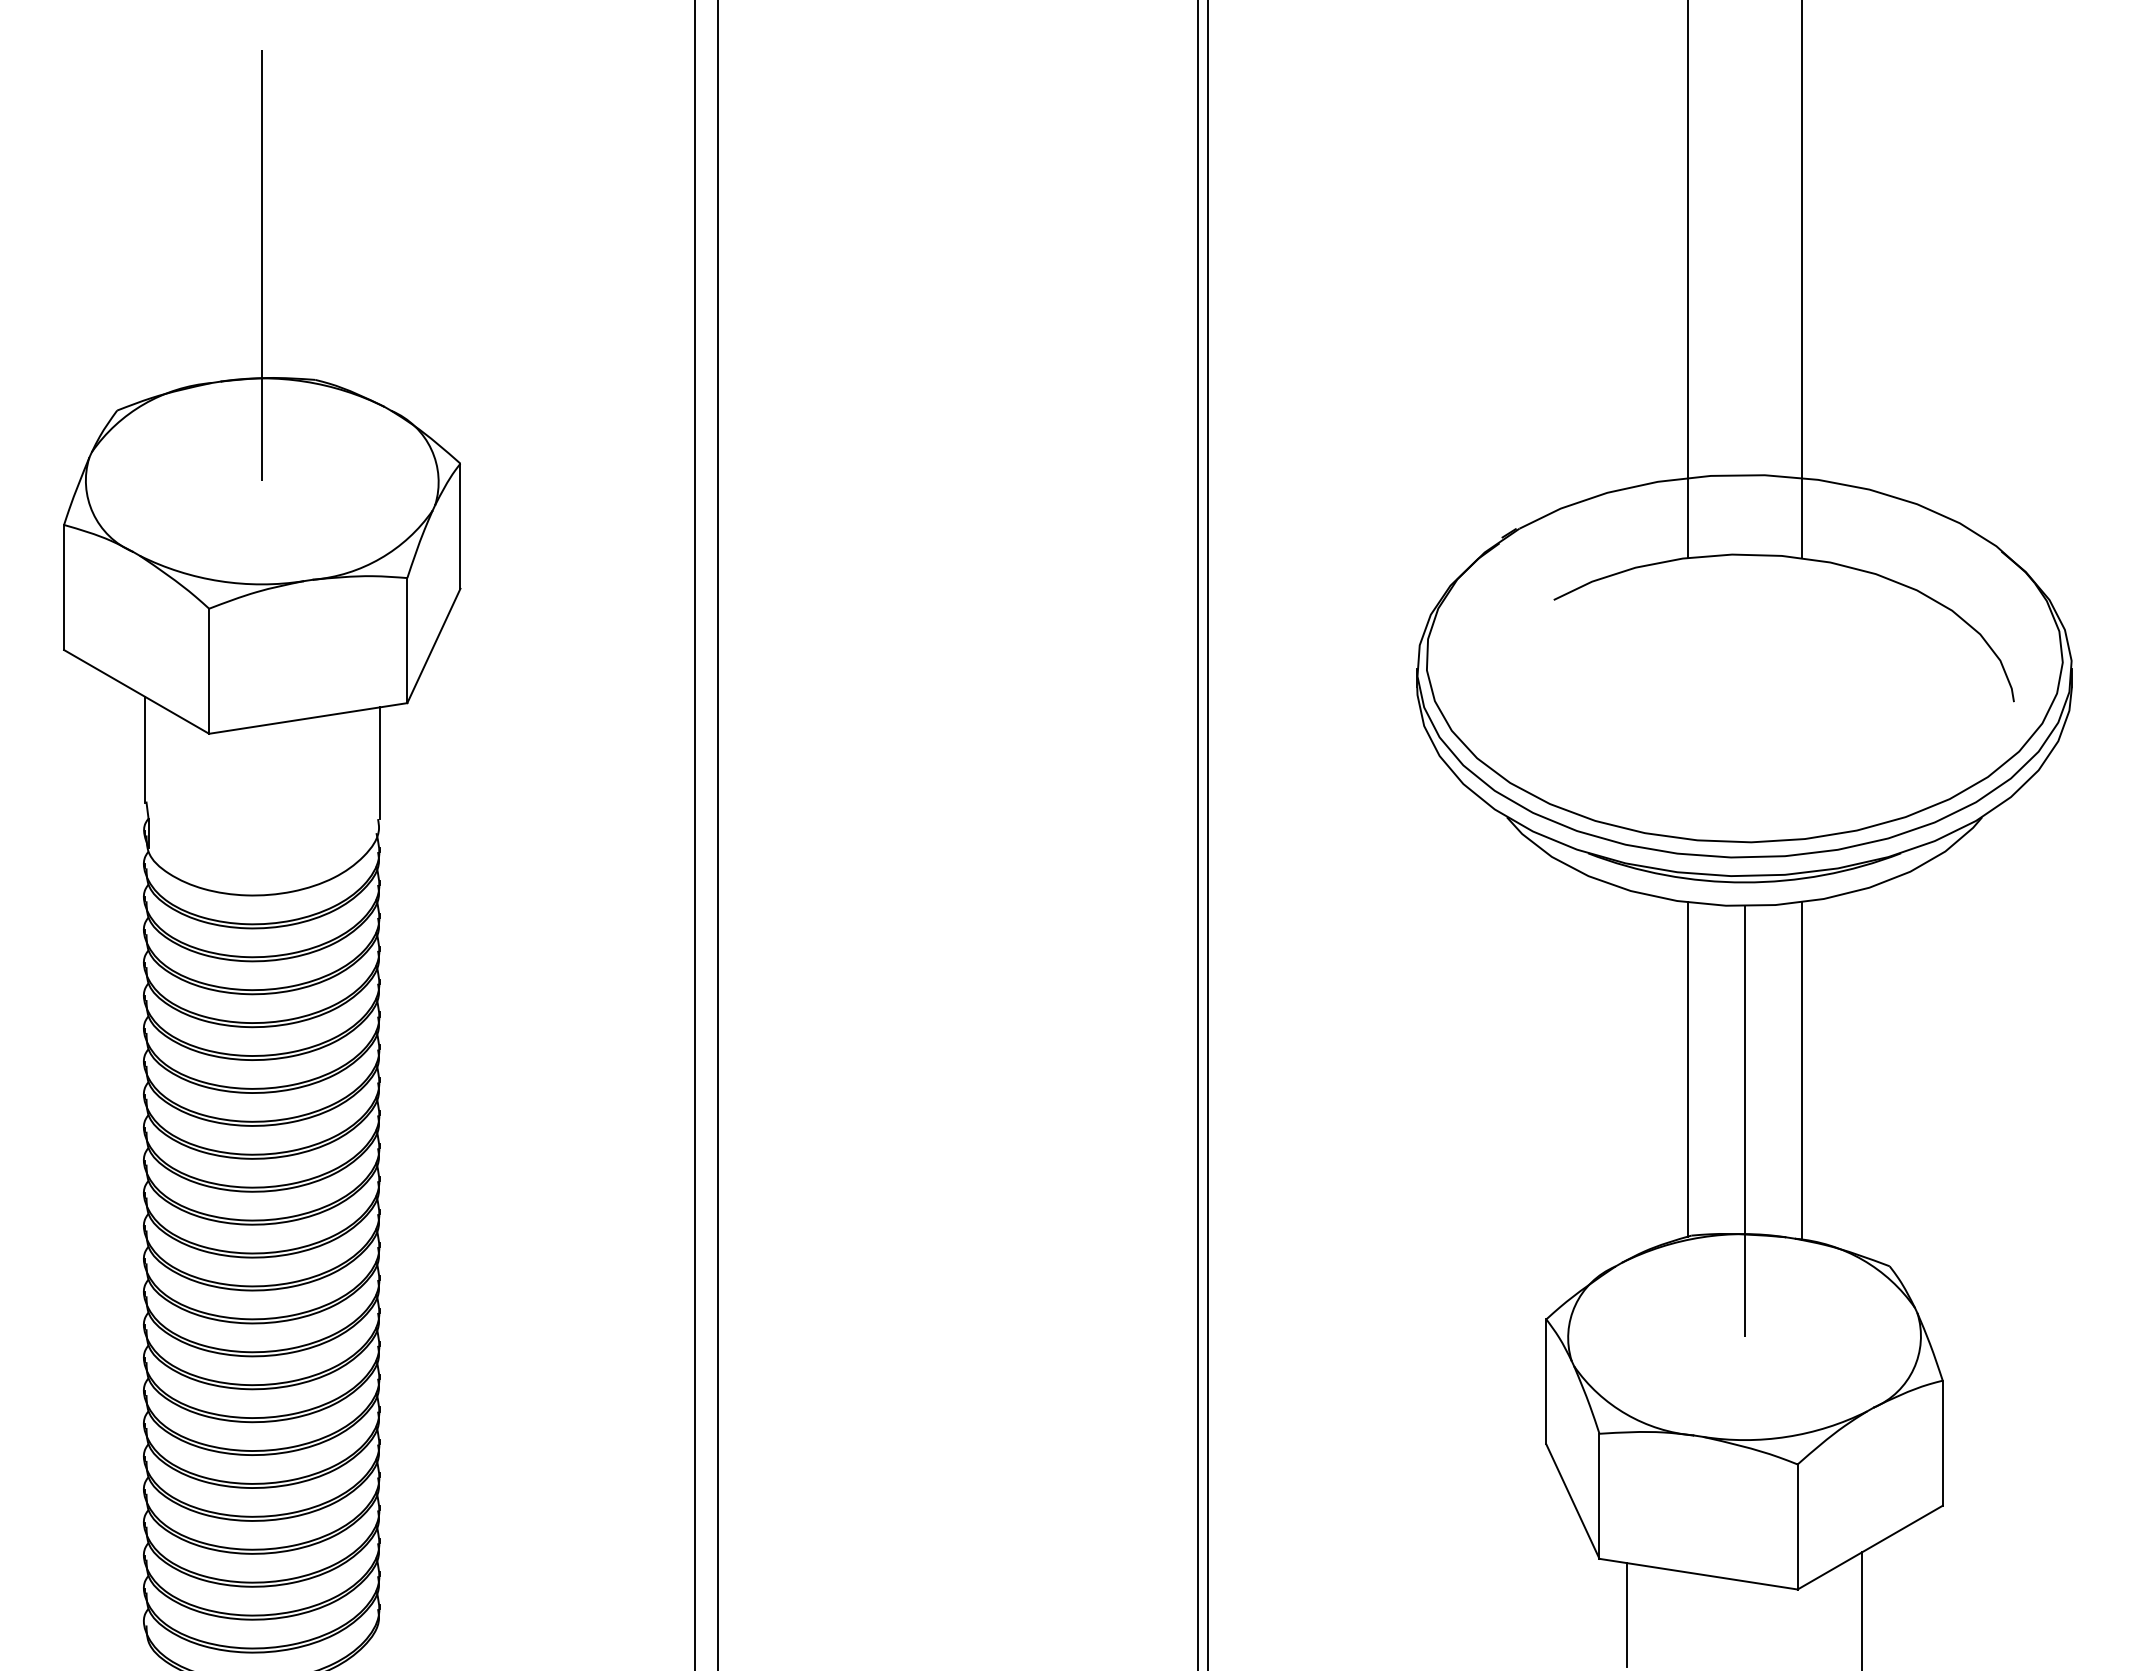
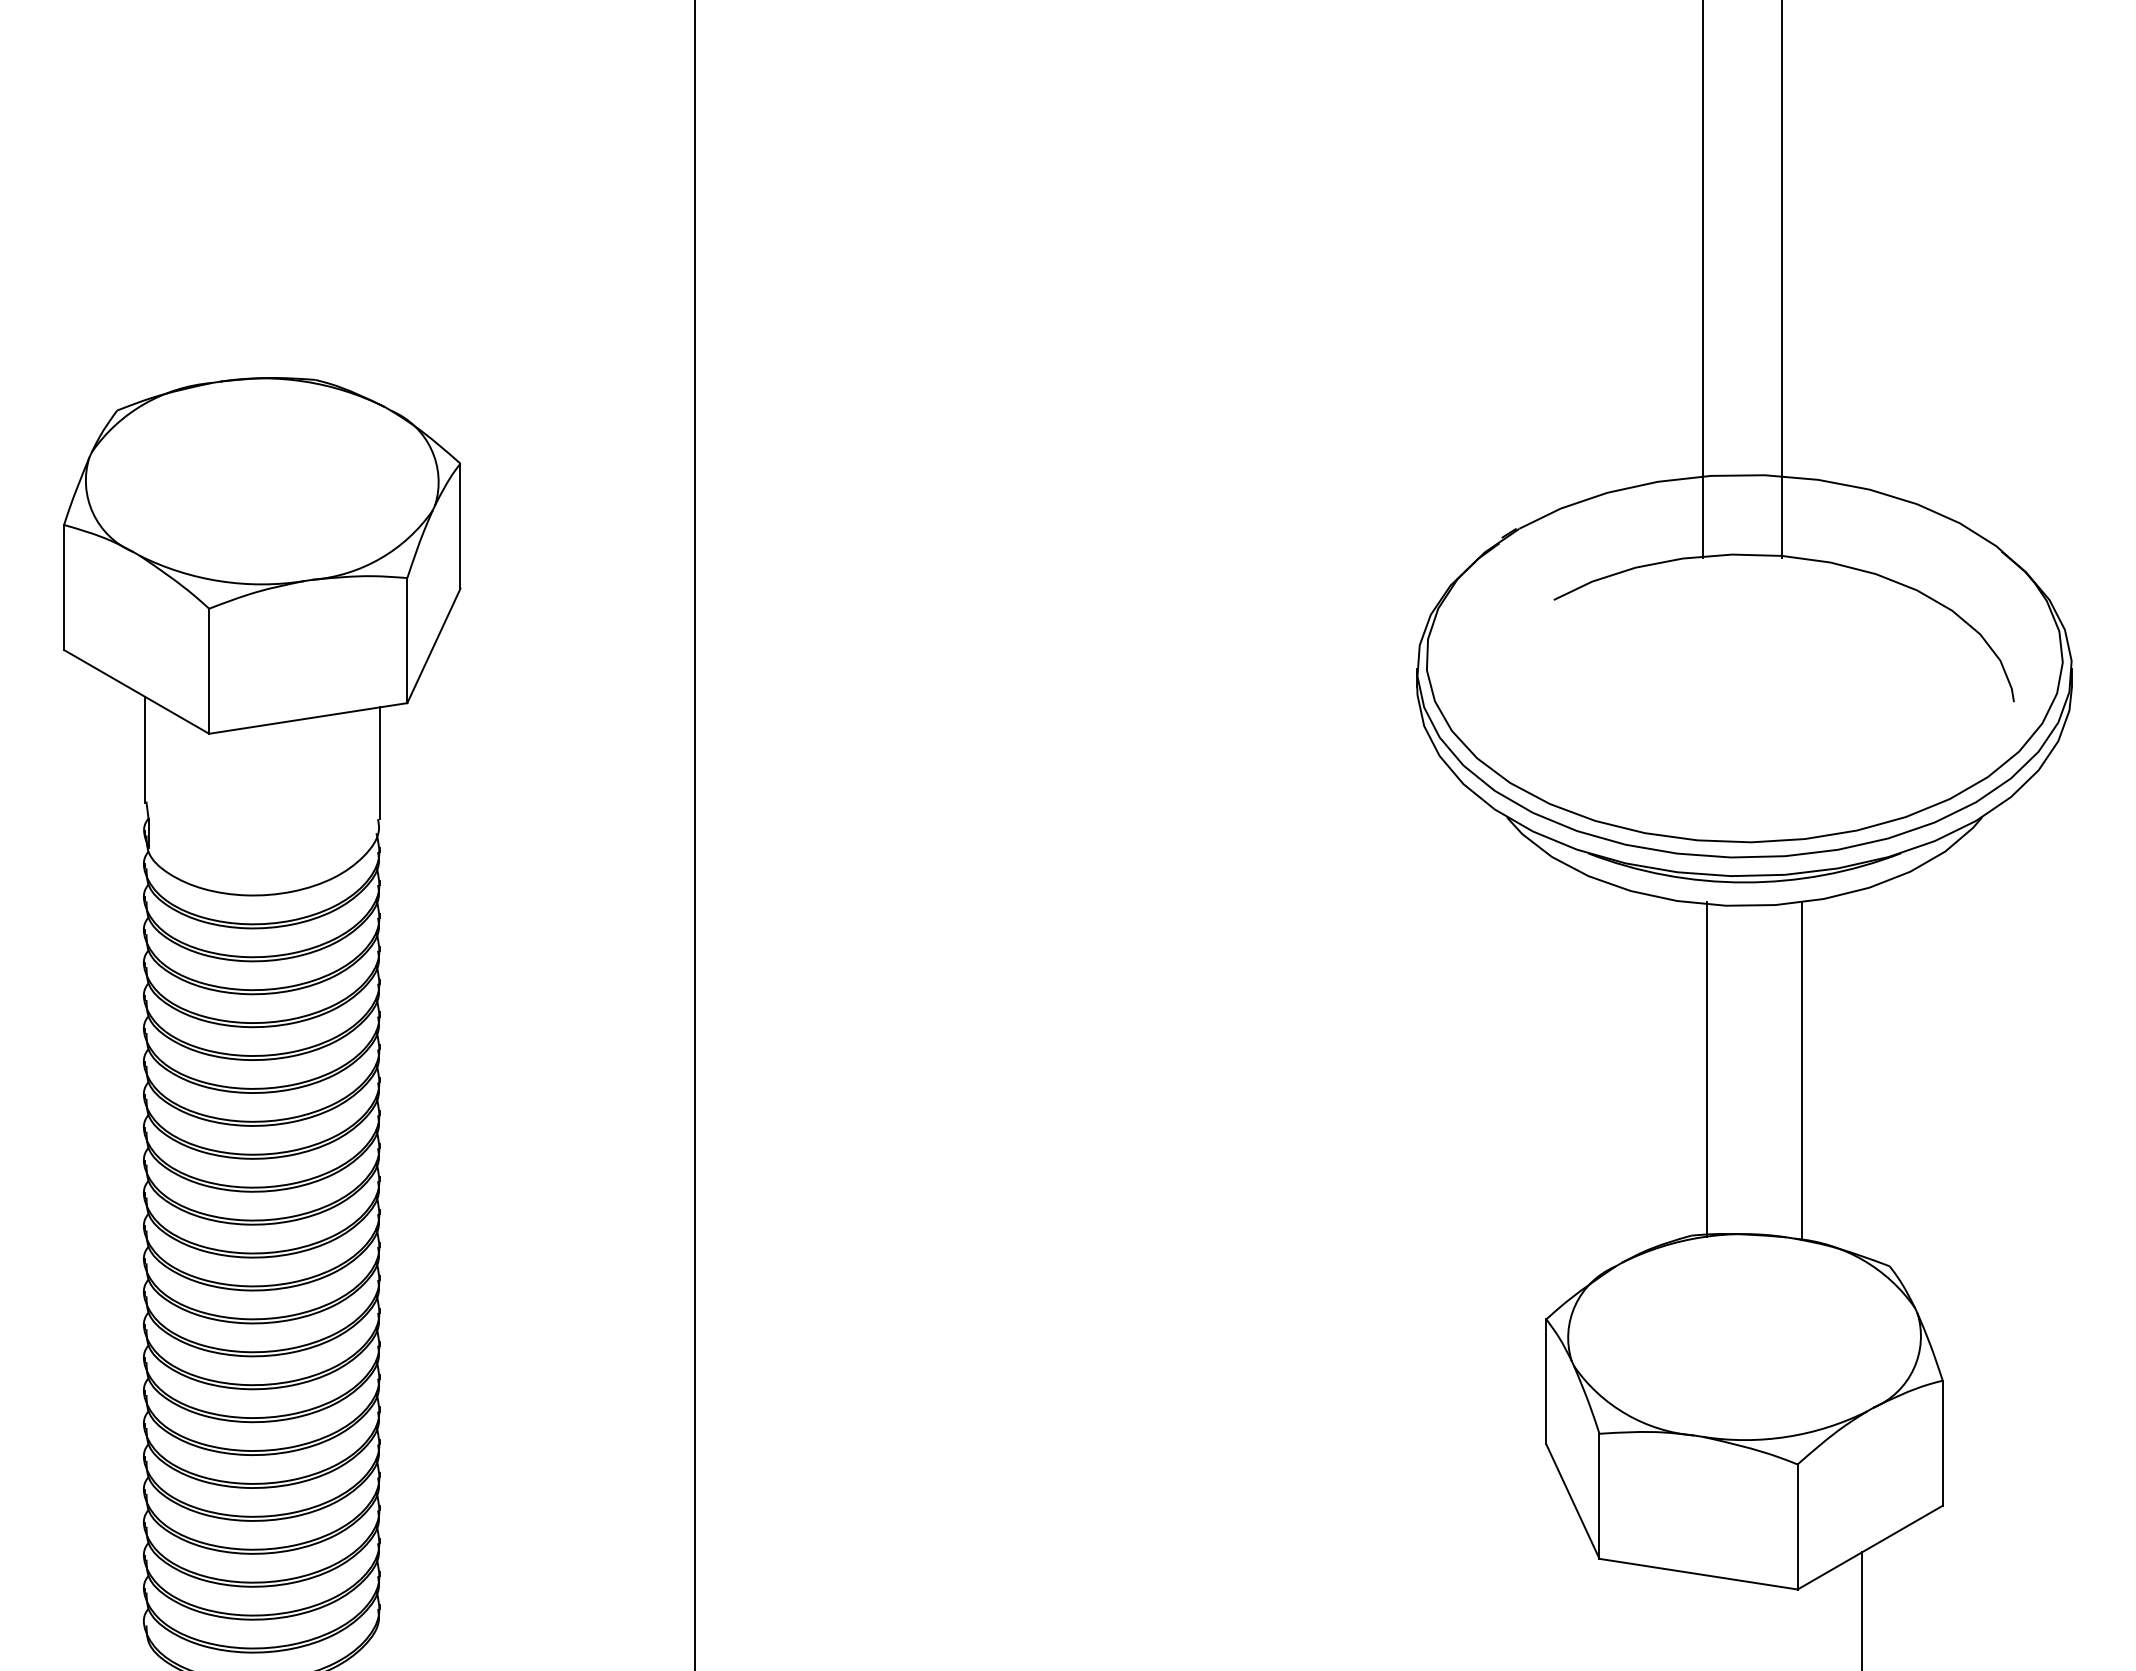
line at (262, 265): present -> none
line at (1687, 279) position: (1687, 279) -> (1702, 279)
line at (1801, 279) position: (1801, 279) -> (1781, 279)
line at (718, 834): present -> none
line at (1198, 834): present -> none
line at (1207, 834): present -> none
line at (1687, 1069) position: (1687, 1069) -> (1706, 1069)
line at (1744, 1121): present -> none
line at (1626, 1614): present -> none
